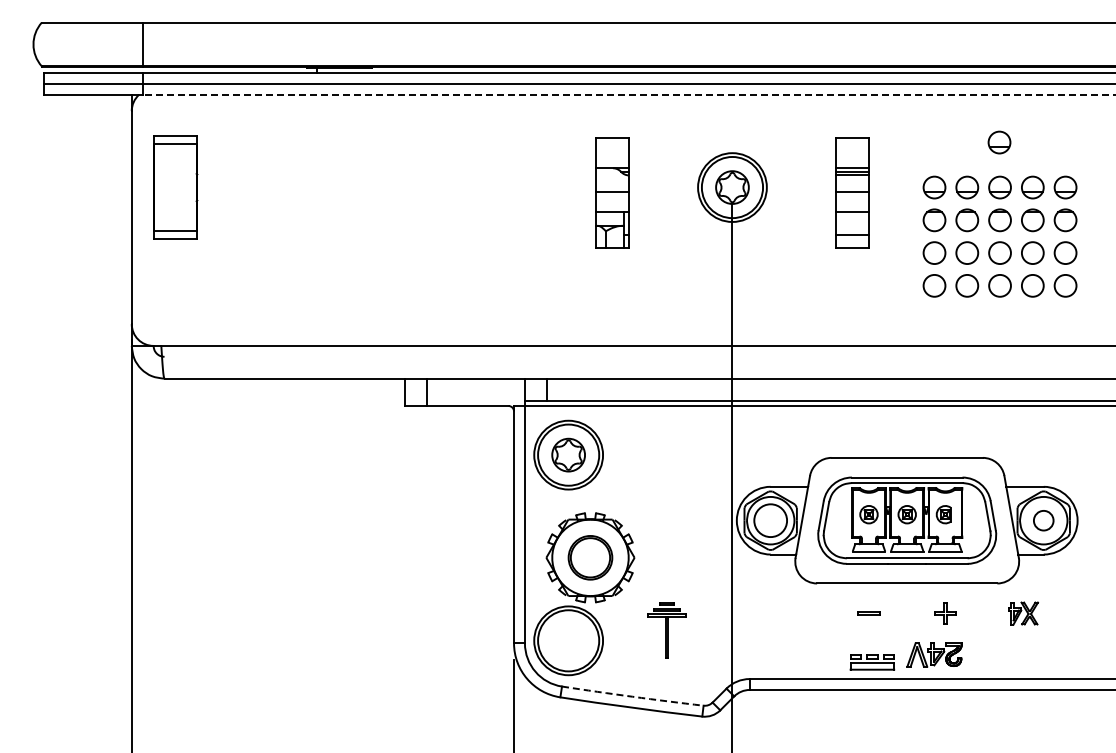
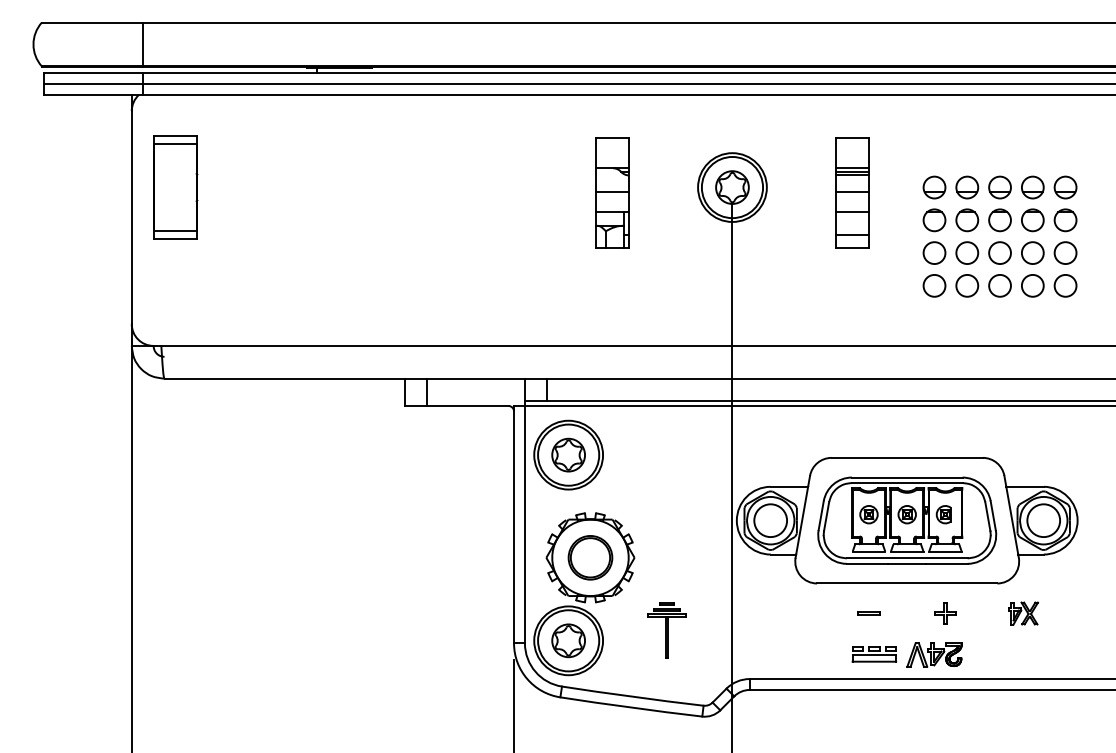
line at (628, 94): dashed -> solid
part at (999, 142): present -> none
circle at (1043, 520) diameter: 20 px -> 33 px
part at (568, 640): none -> present
part at (872, 662) position: (872, 662) -> (874, 654)
arc at (632, 696): dashed -> solid
